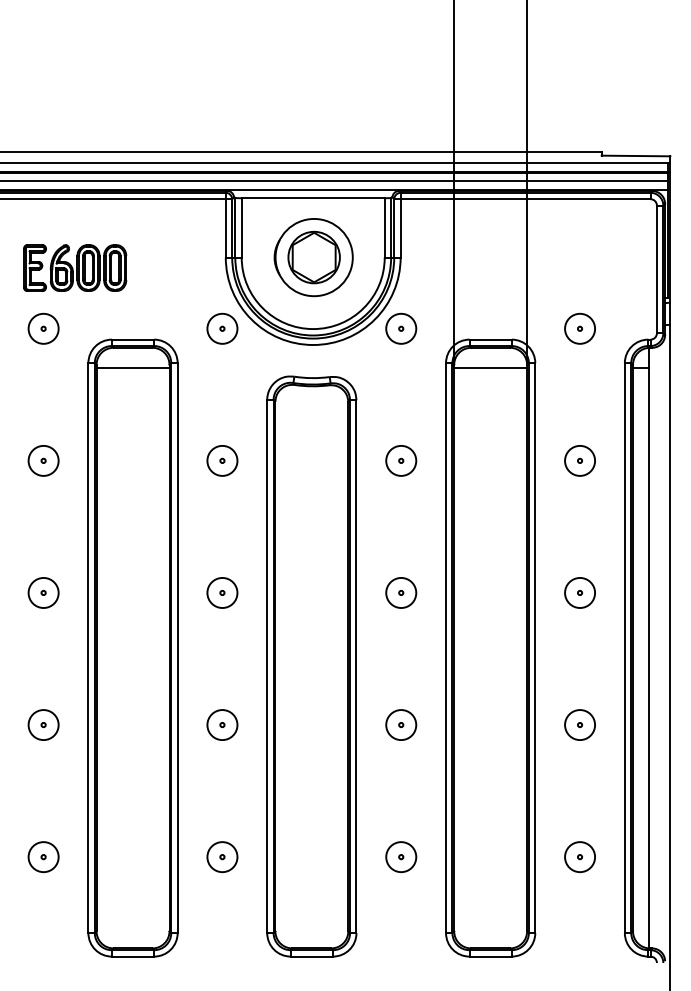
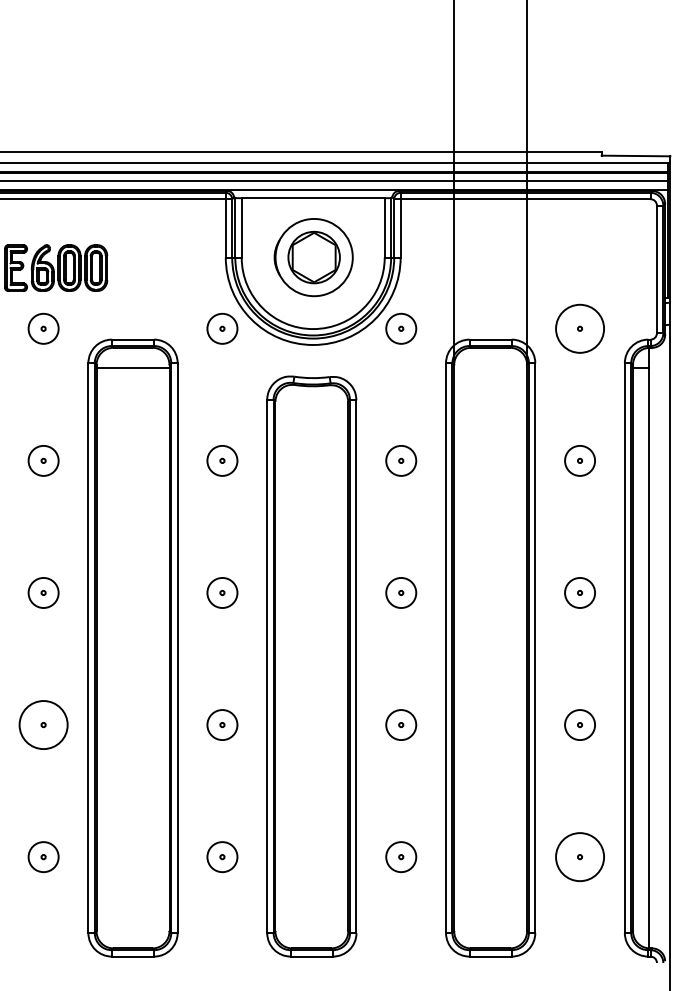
part at (75, 267) position: (75, 267) -> (56, 267)
circle at (580, 328) diameter: 30 px -> 48 px
line at (490, 367): present -> none
circle at (43, 725) diameter: 30 px -> 48 px
circle at (580, 857) diameter: 30 px -> 48 px
